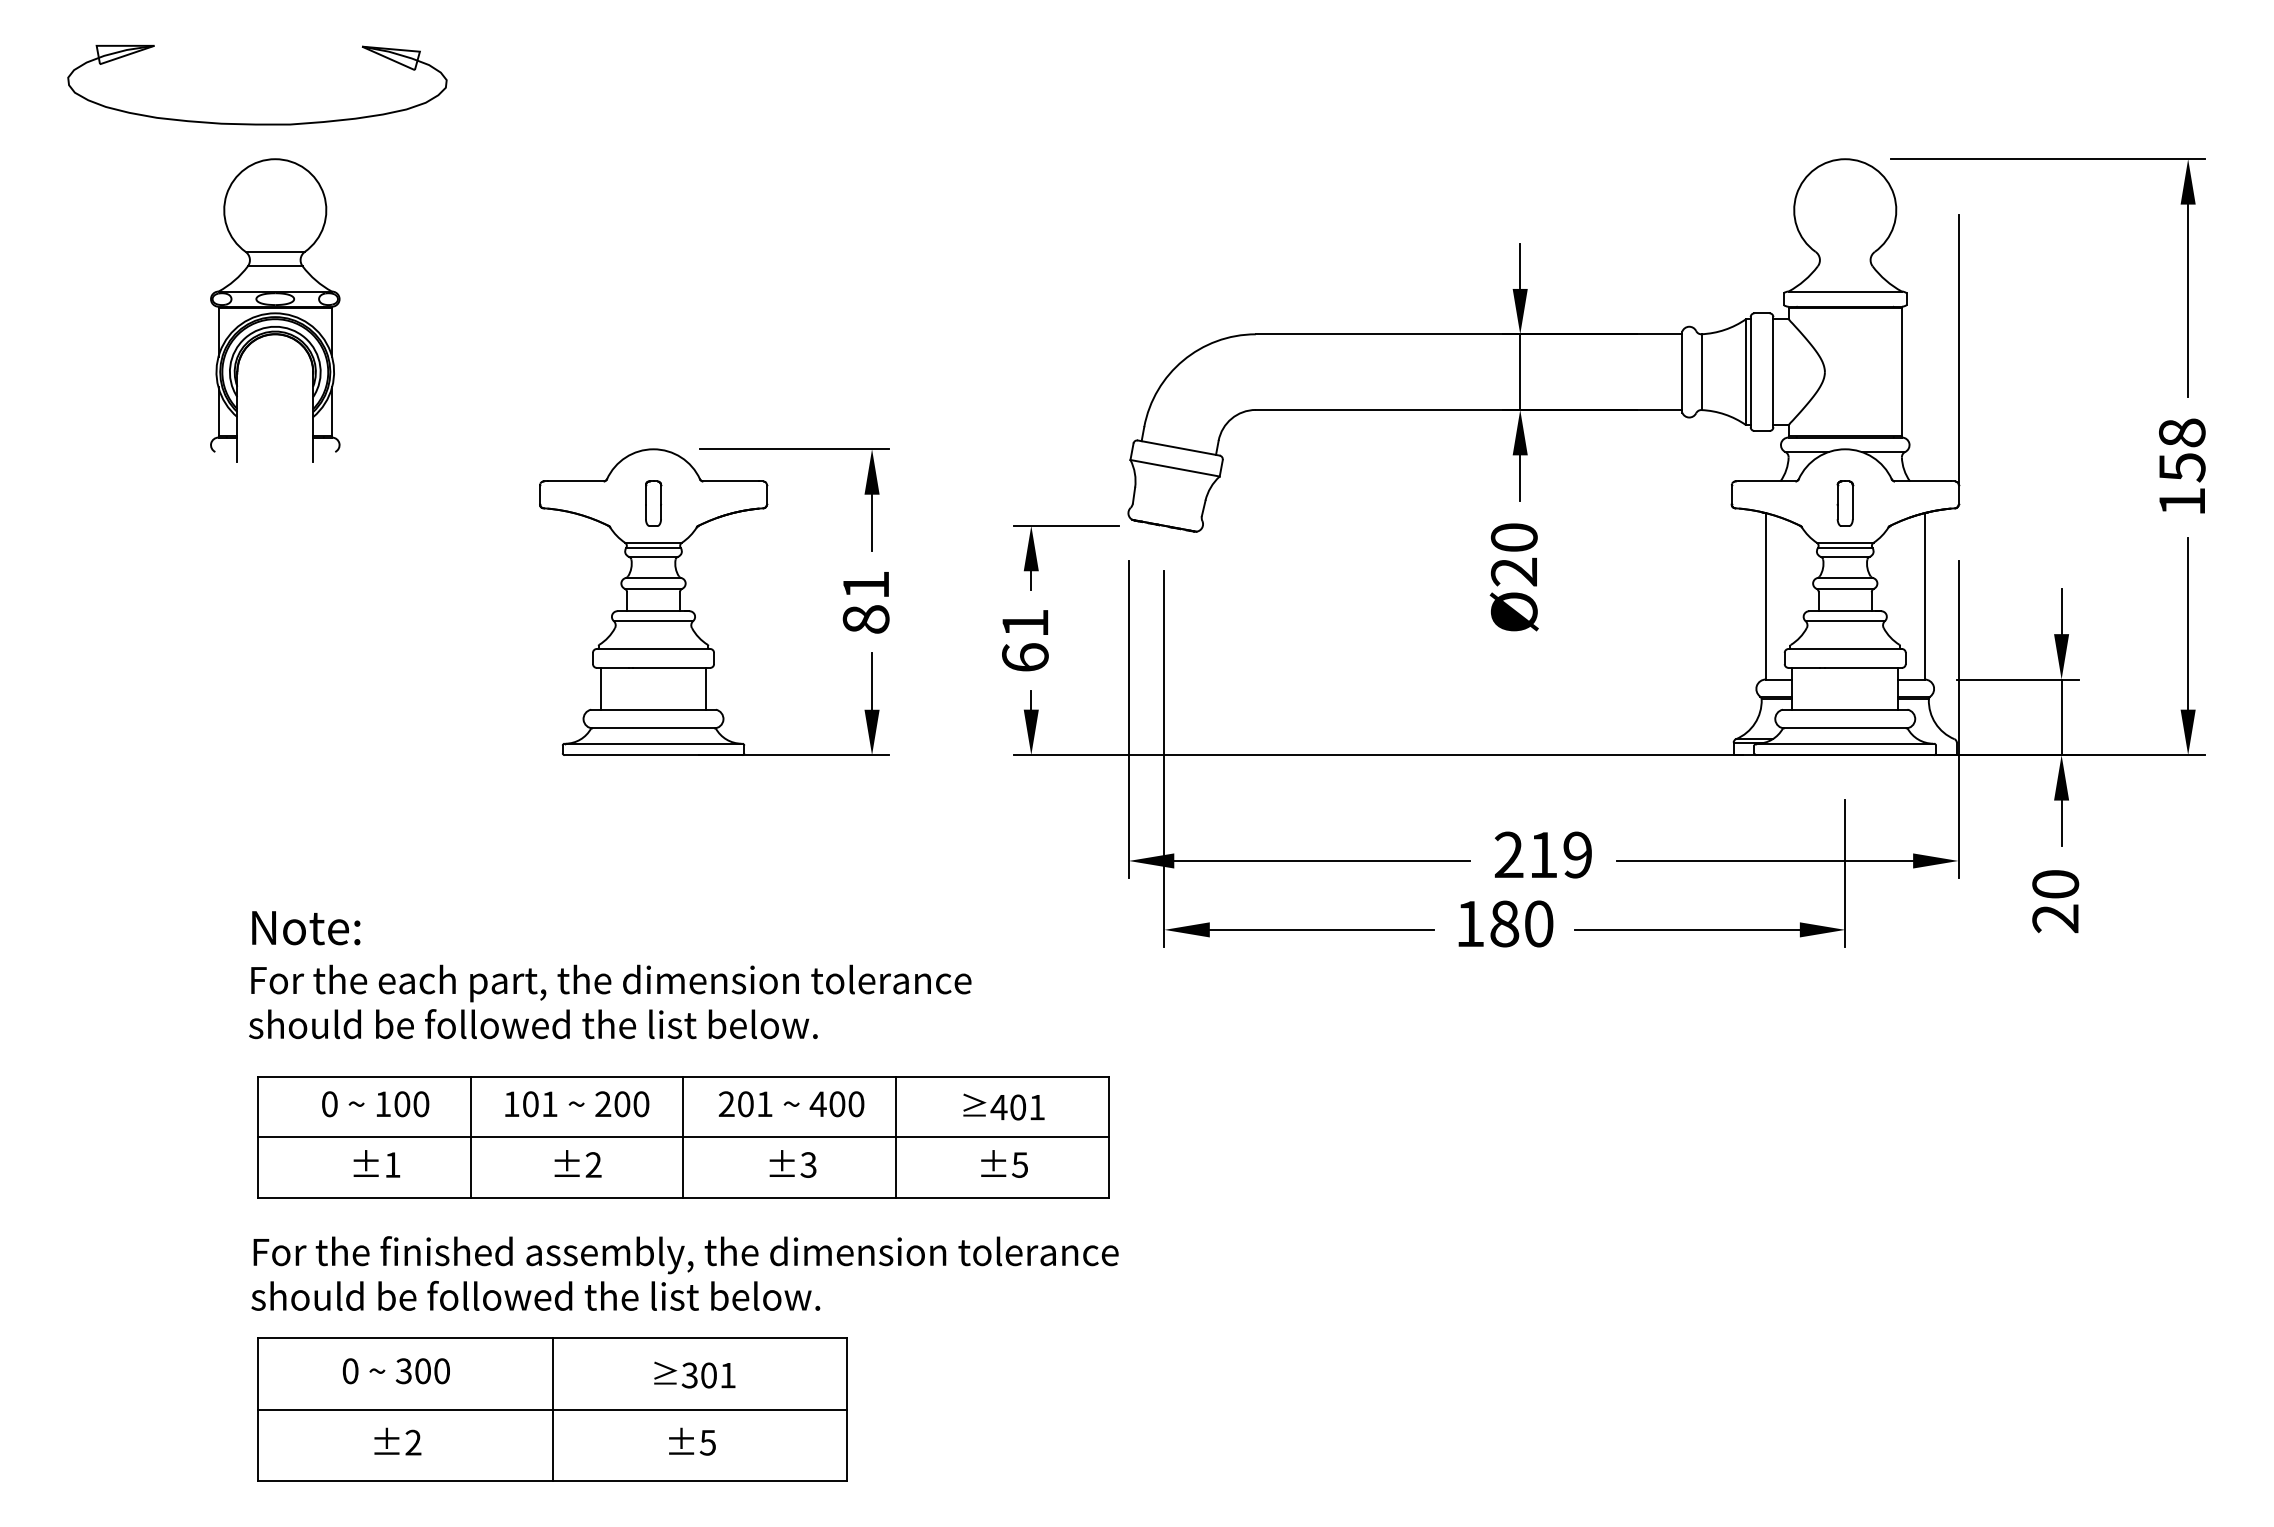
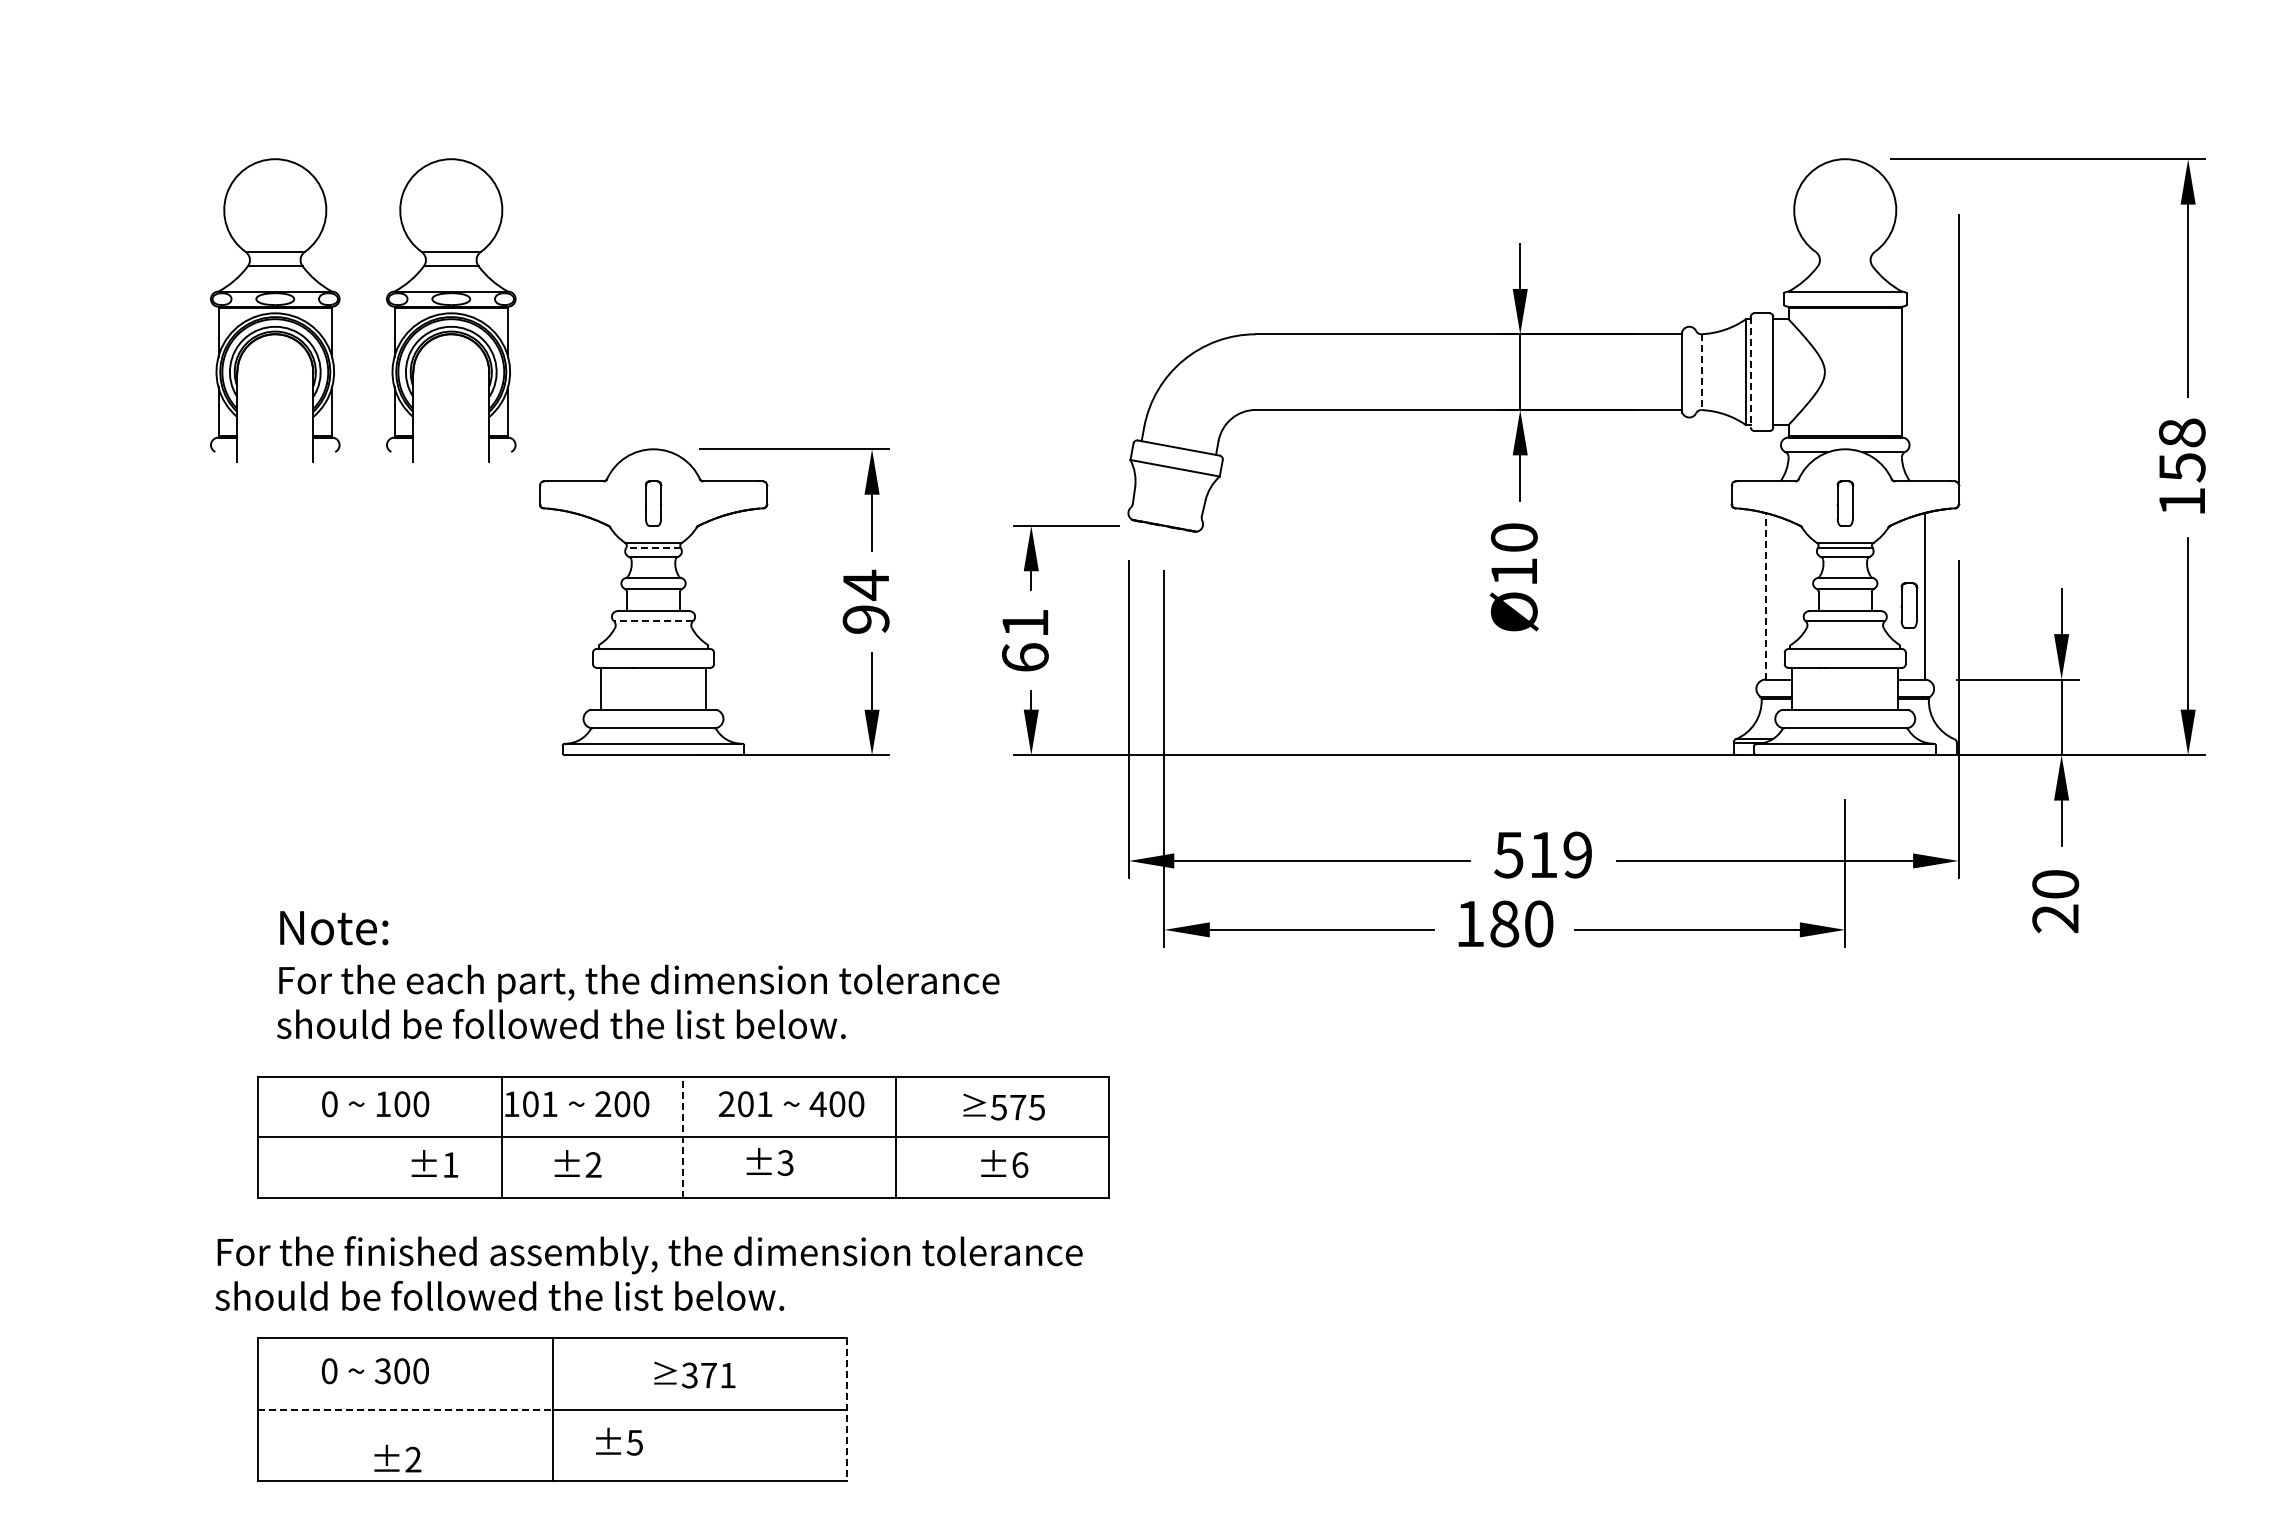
part at (257, 123): present -> none
part at (451, 310): none -> present
line at (1701, 372): solid -> dashed
line at (1750, 372): solid -> dashed
line at (653, 548): solid -> dashed
text at (1513, 571): 20 -> 10
line at (1765, 595): solid -> dashed
text at (865, 601): 81 -> 94
part at (1909, 605): none -> present
line at (653, 621): solid -> dashed
text at (1508, 854): 219 -> 519
text at (610, 975) position: (610, 975) -> (638, 975)
text at (1017, 1107): 401 -> 575
line at (470, 1137) position: (470, 1137) -> (501, 1137)
line at (683, 1137): solid -> dashed
text at (376, 1163) position: (376, 1163) -> (434, 1163)
text at (792, 1163) position: (792, 1163) -> (769, 1161)
text at (1020, 1164): ±5 -> ±6
text at (684, 1273) position: (684, 1273) -> (648, 1273)
text at (395, 1371) position: (395, 1371) -> (374, 1371)
text at (708, 1375): 301 -> 371
line at (405, 1409): solid -> dashed
line at (847, 1409): solid -> dashed
text at (397, 1441) position: (397, 1441) -> (397, 1458)
text at (692, 1441) position: (692, 1441) -> (619, 1441)
